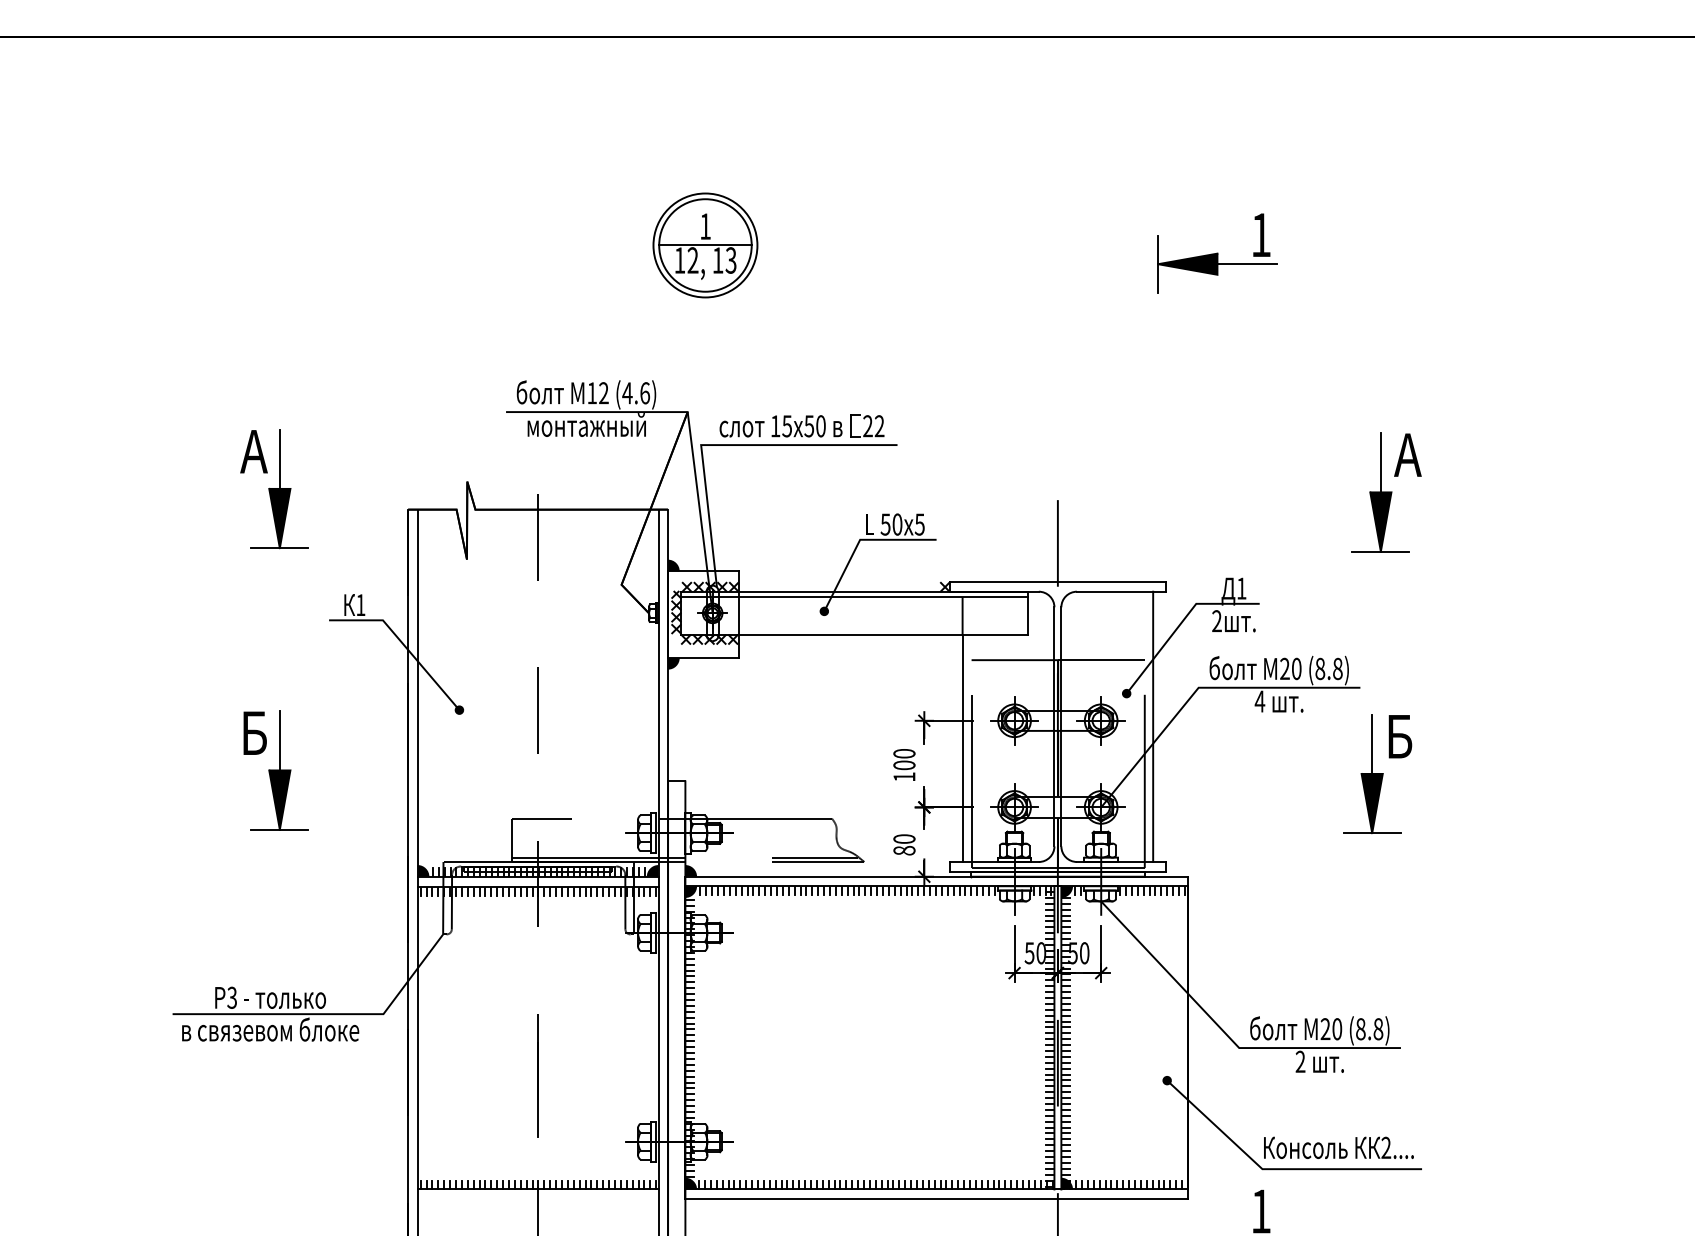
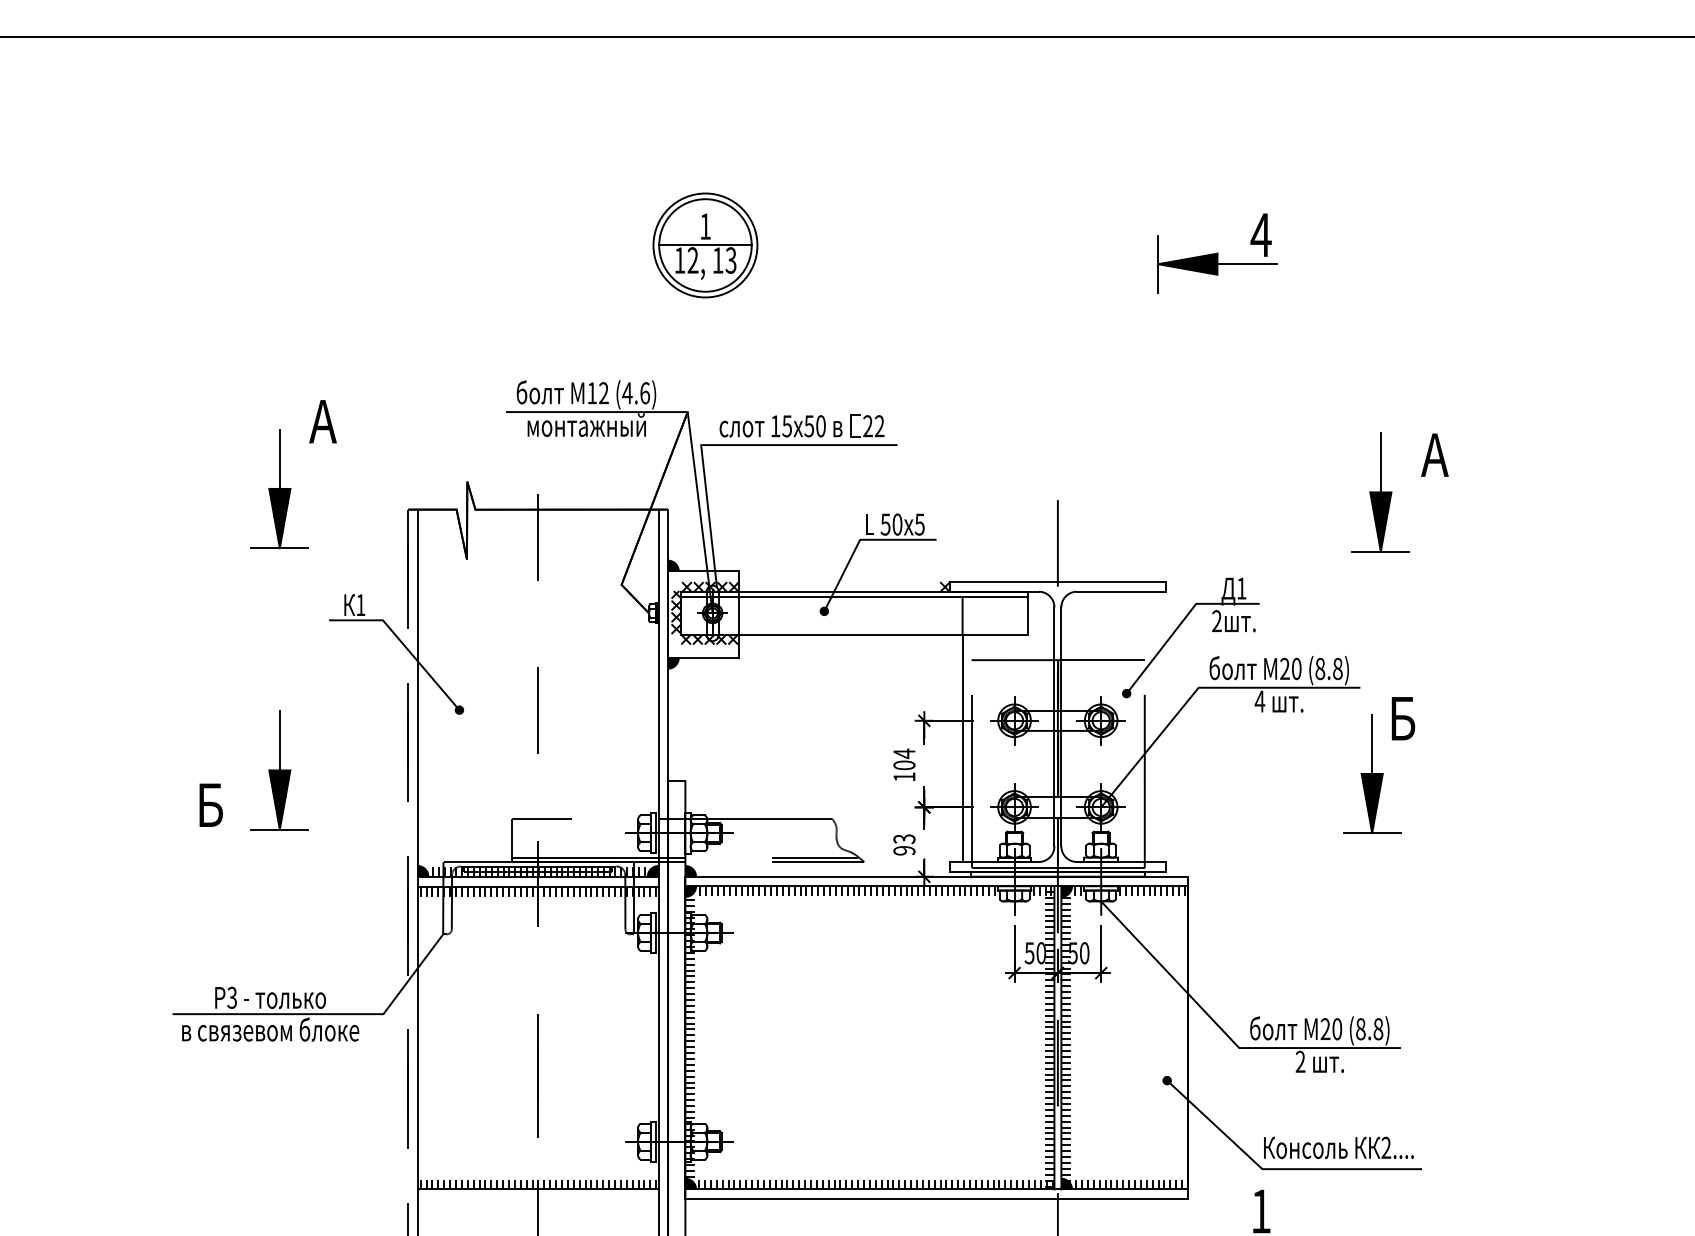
text at (1260, 234): 1 -> 4
text at (253, 451) position: (253, 451) -> (322, 421)
text at (1407, 454) position: (1407, 454) -> (1434, 454)
line at (1153, 726): present -> none
text at (254, 732) position: (254, 732) -> (210, 804)
text at (1400, 736) position: (1400, 736) -> (1403, 718)
text at (904, 753): 100 -> 104
text at (904, 844): 80 -> 93
line at (408, 872): solid -> dashed
